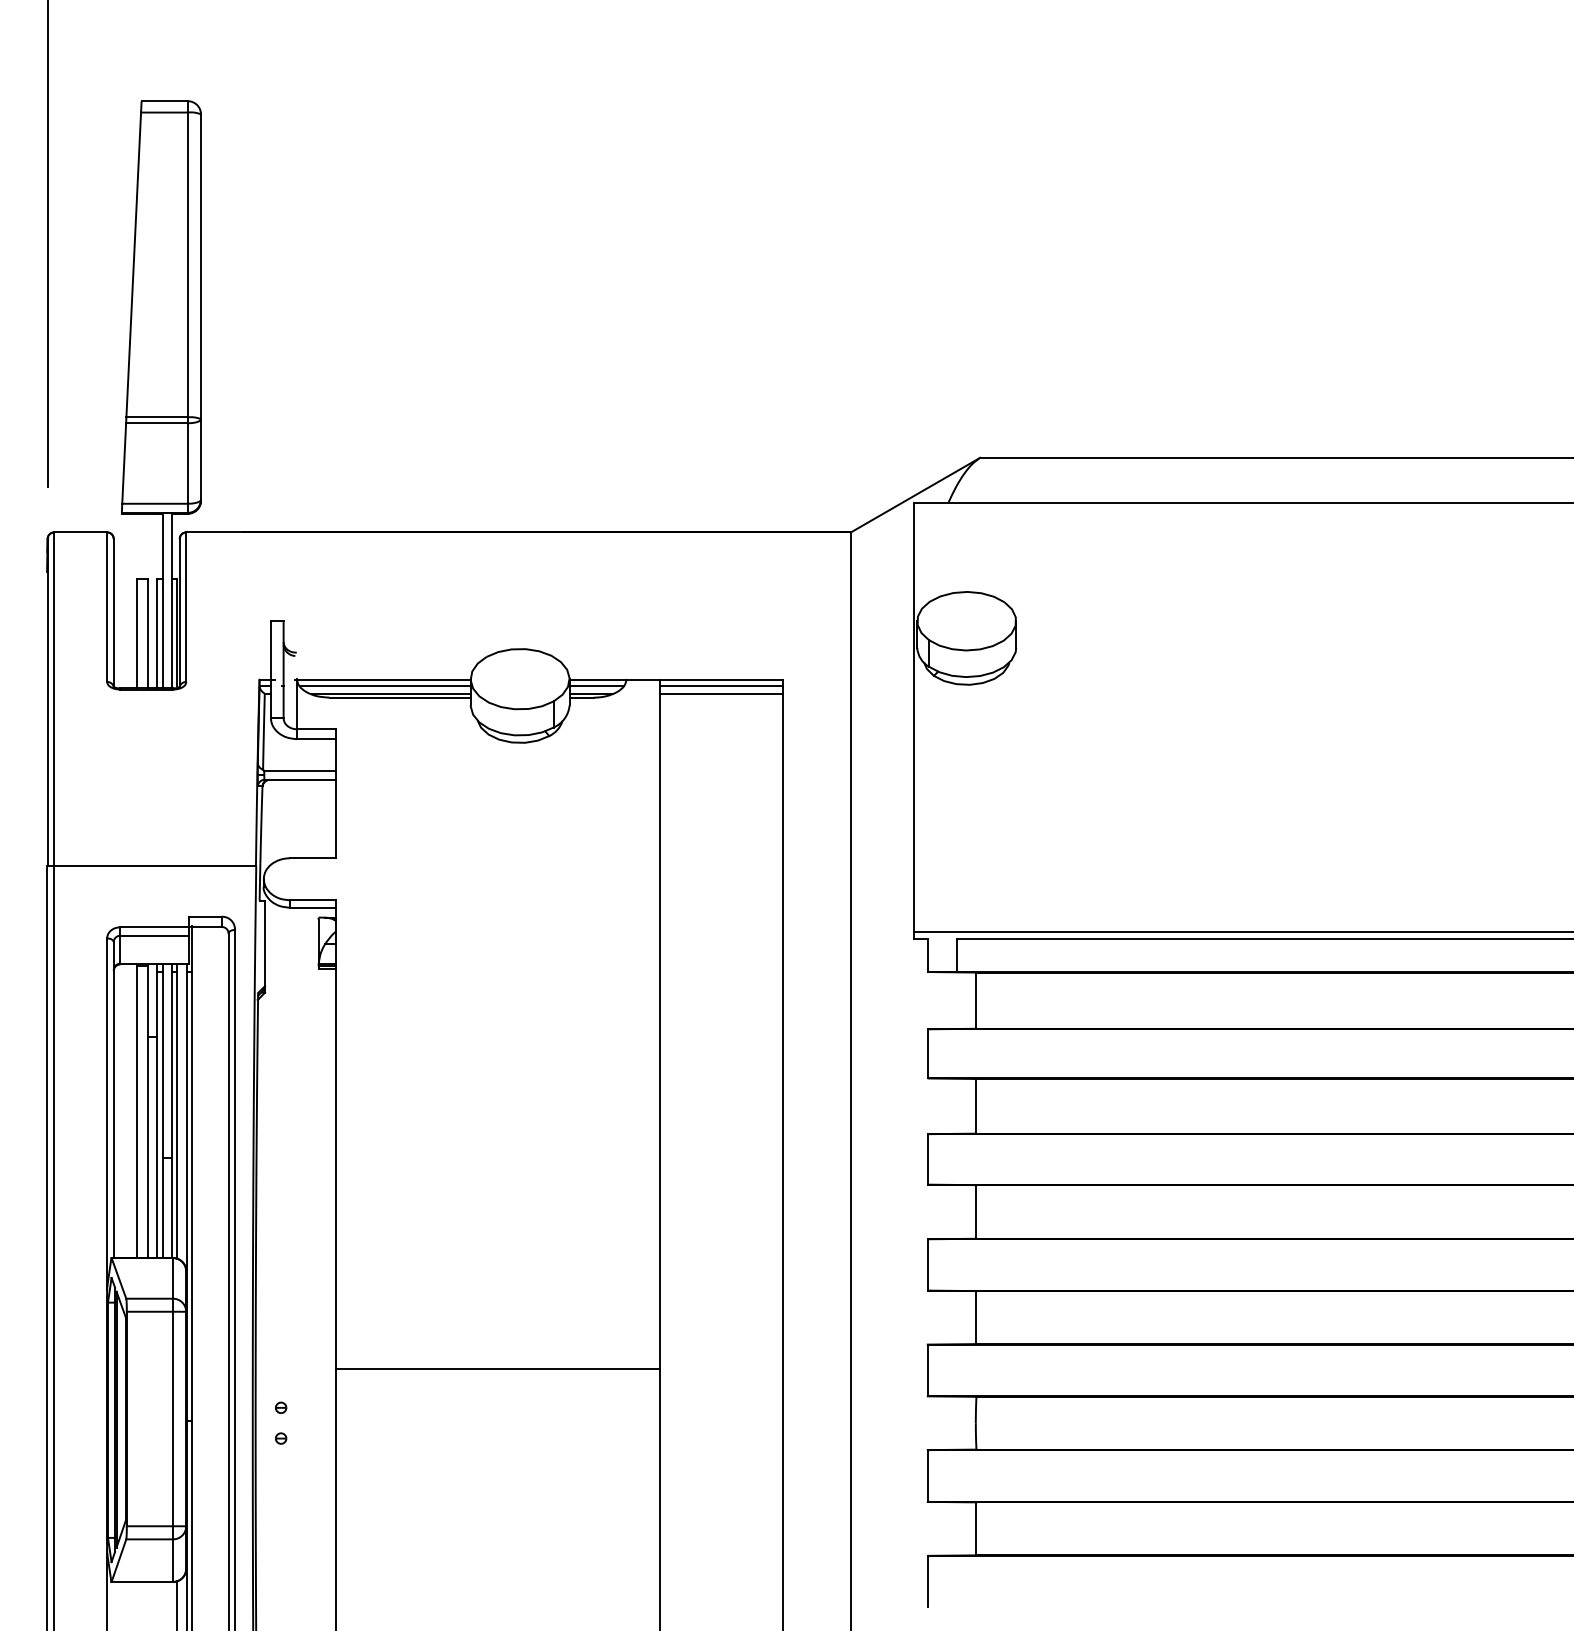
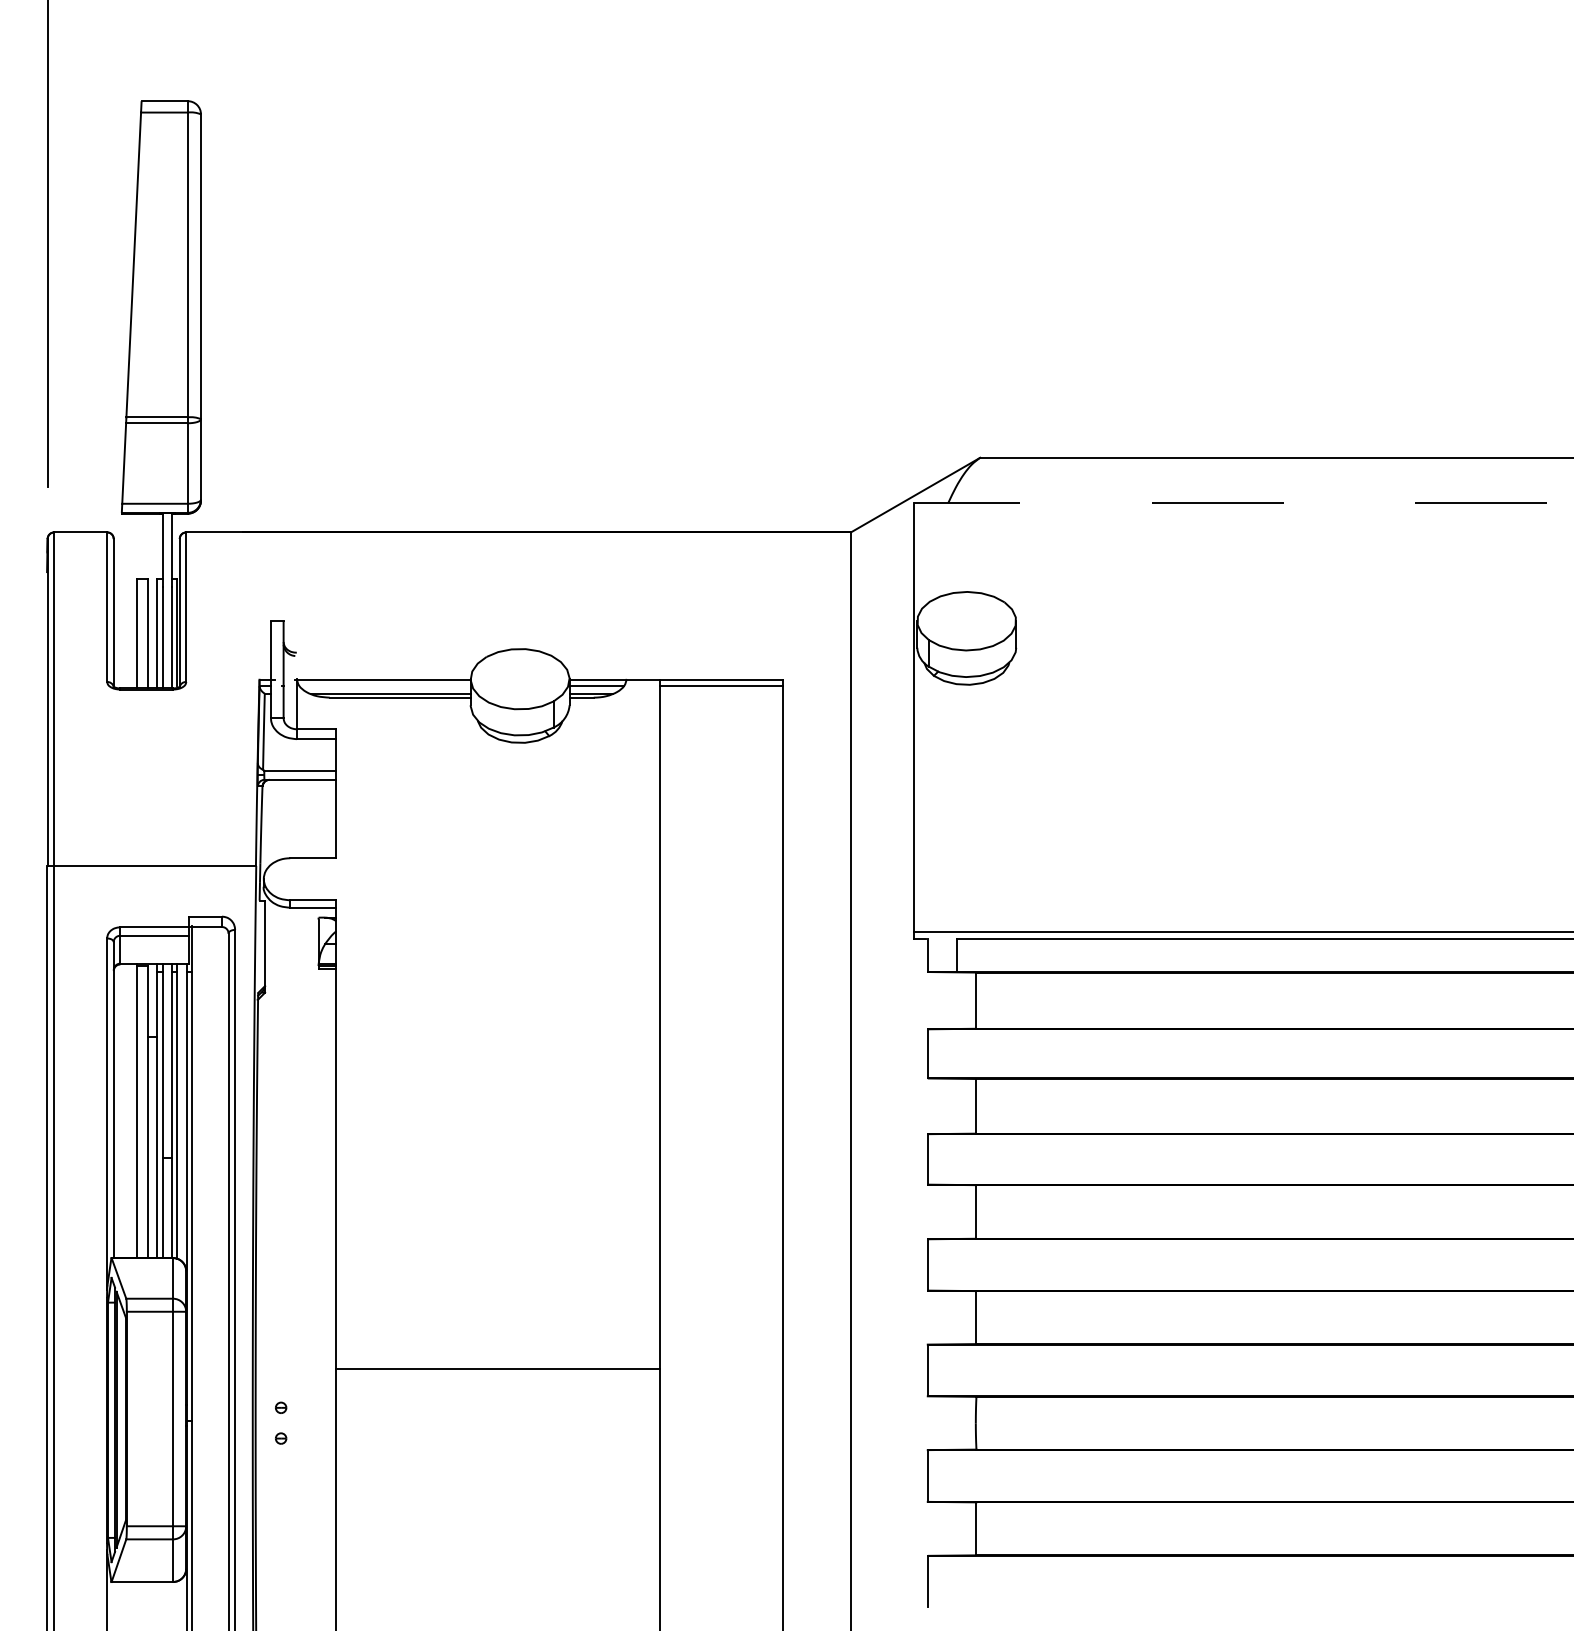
line at (1243, 502): solid -> dashed
line at (384, 686): present -> none
line at (720, 693): present -> none
line at (177, 1604): present -> none
